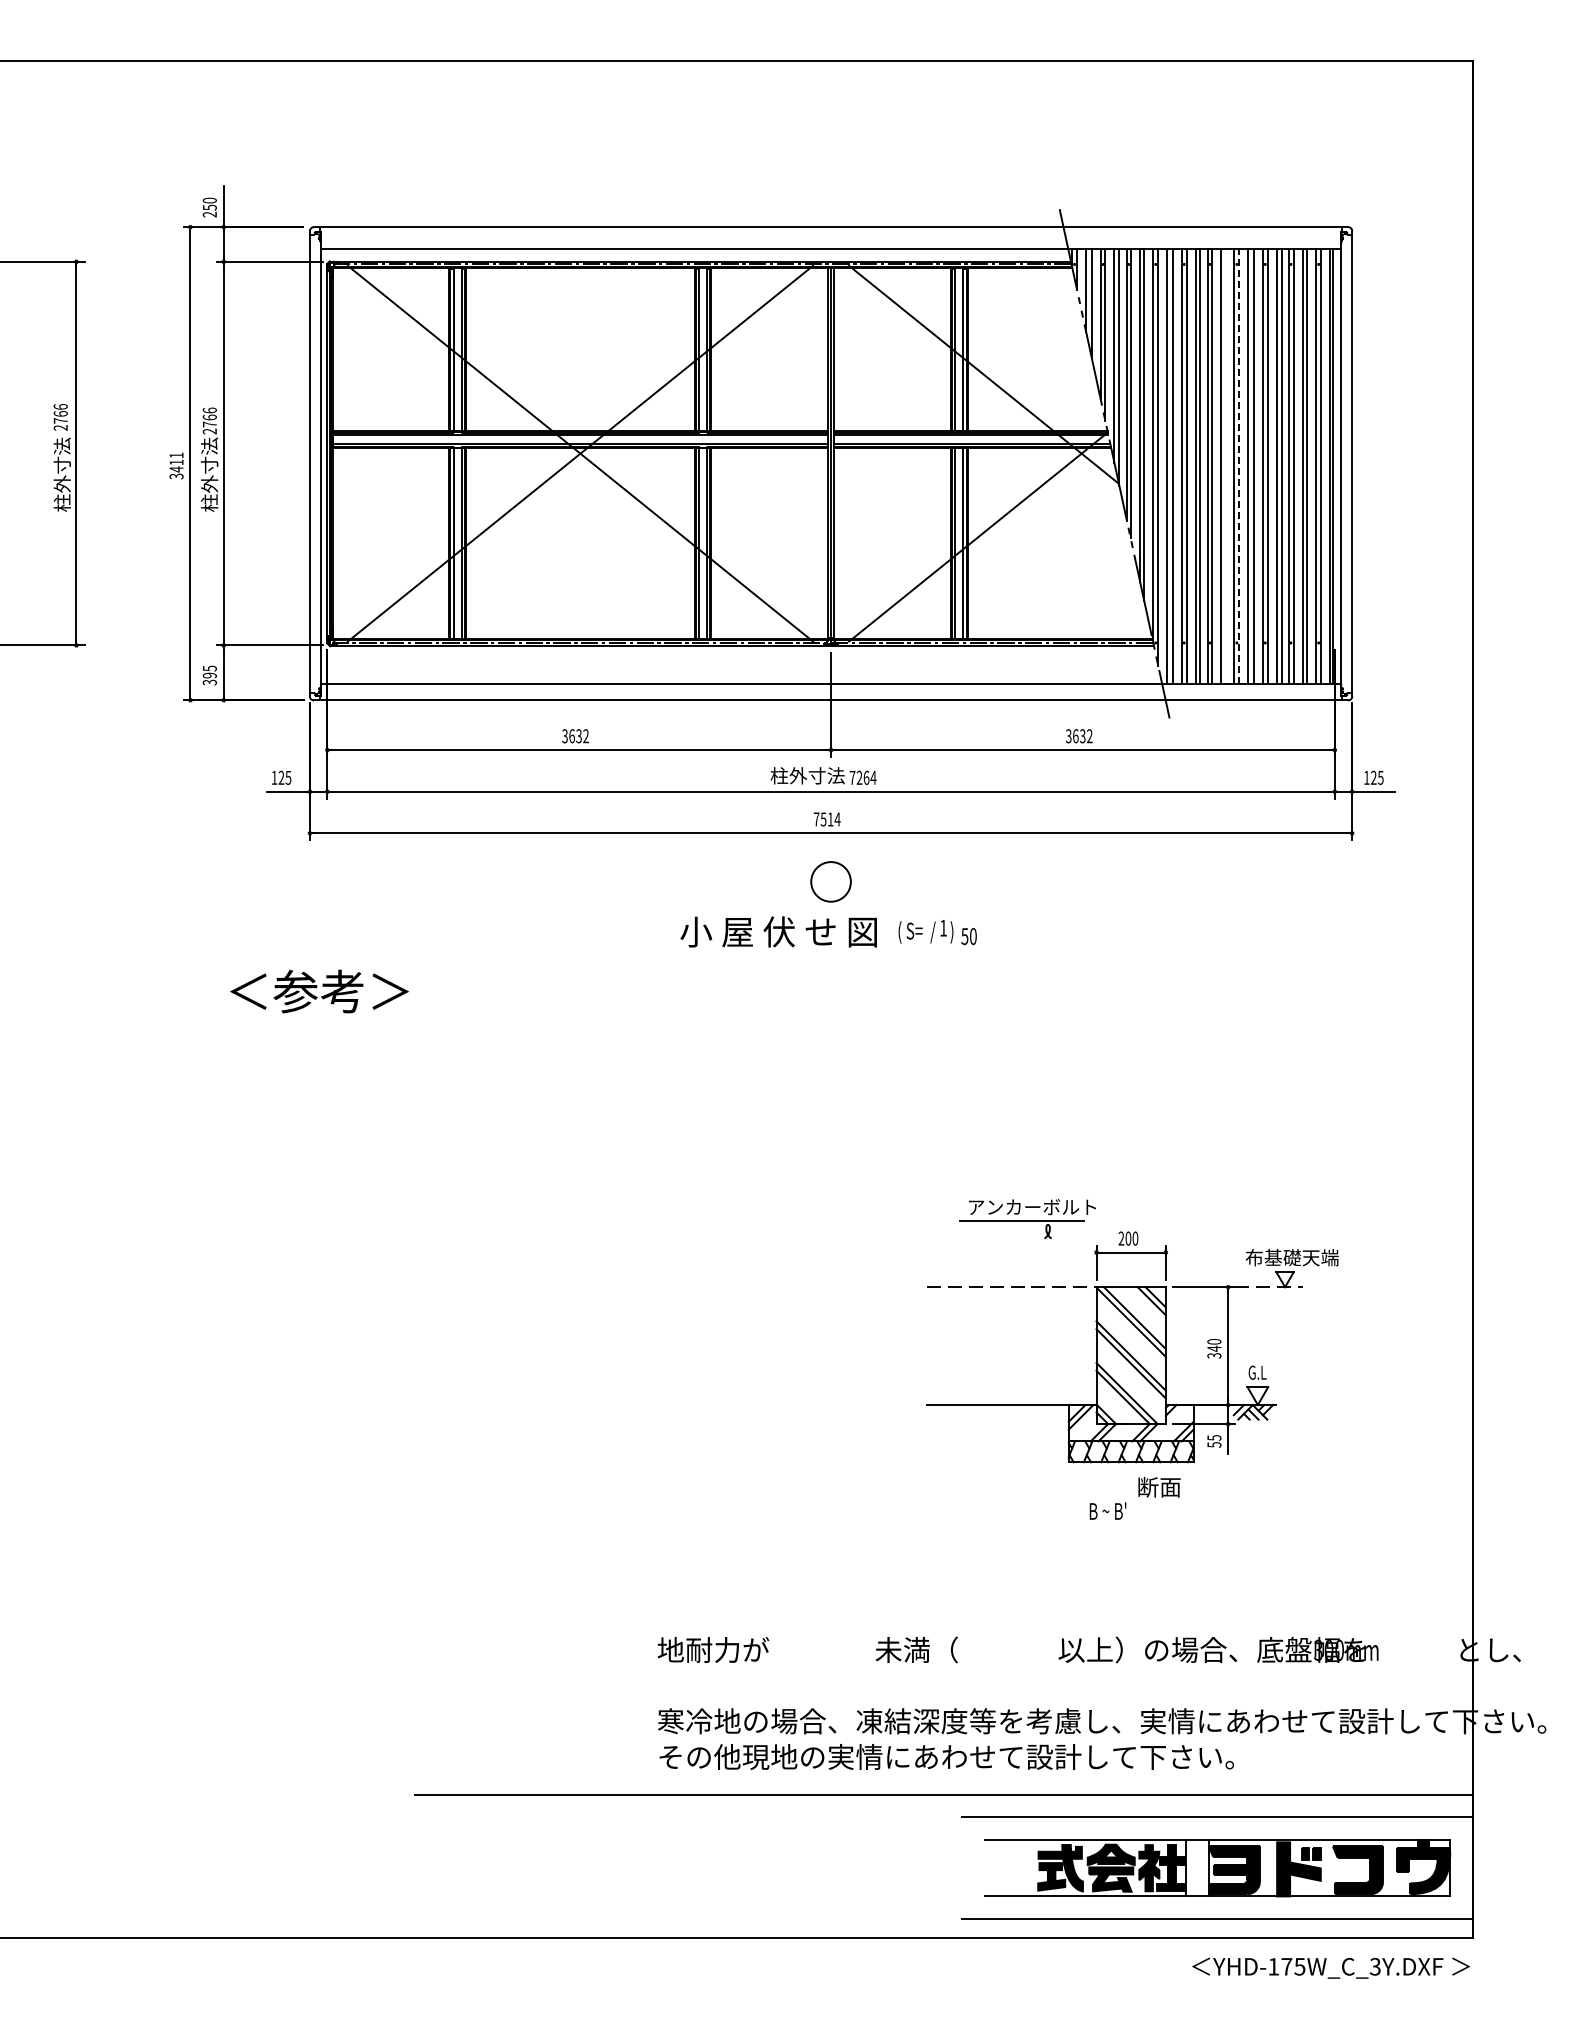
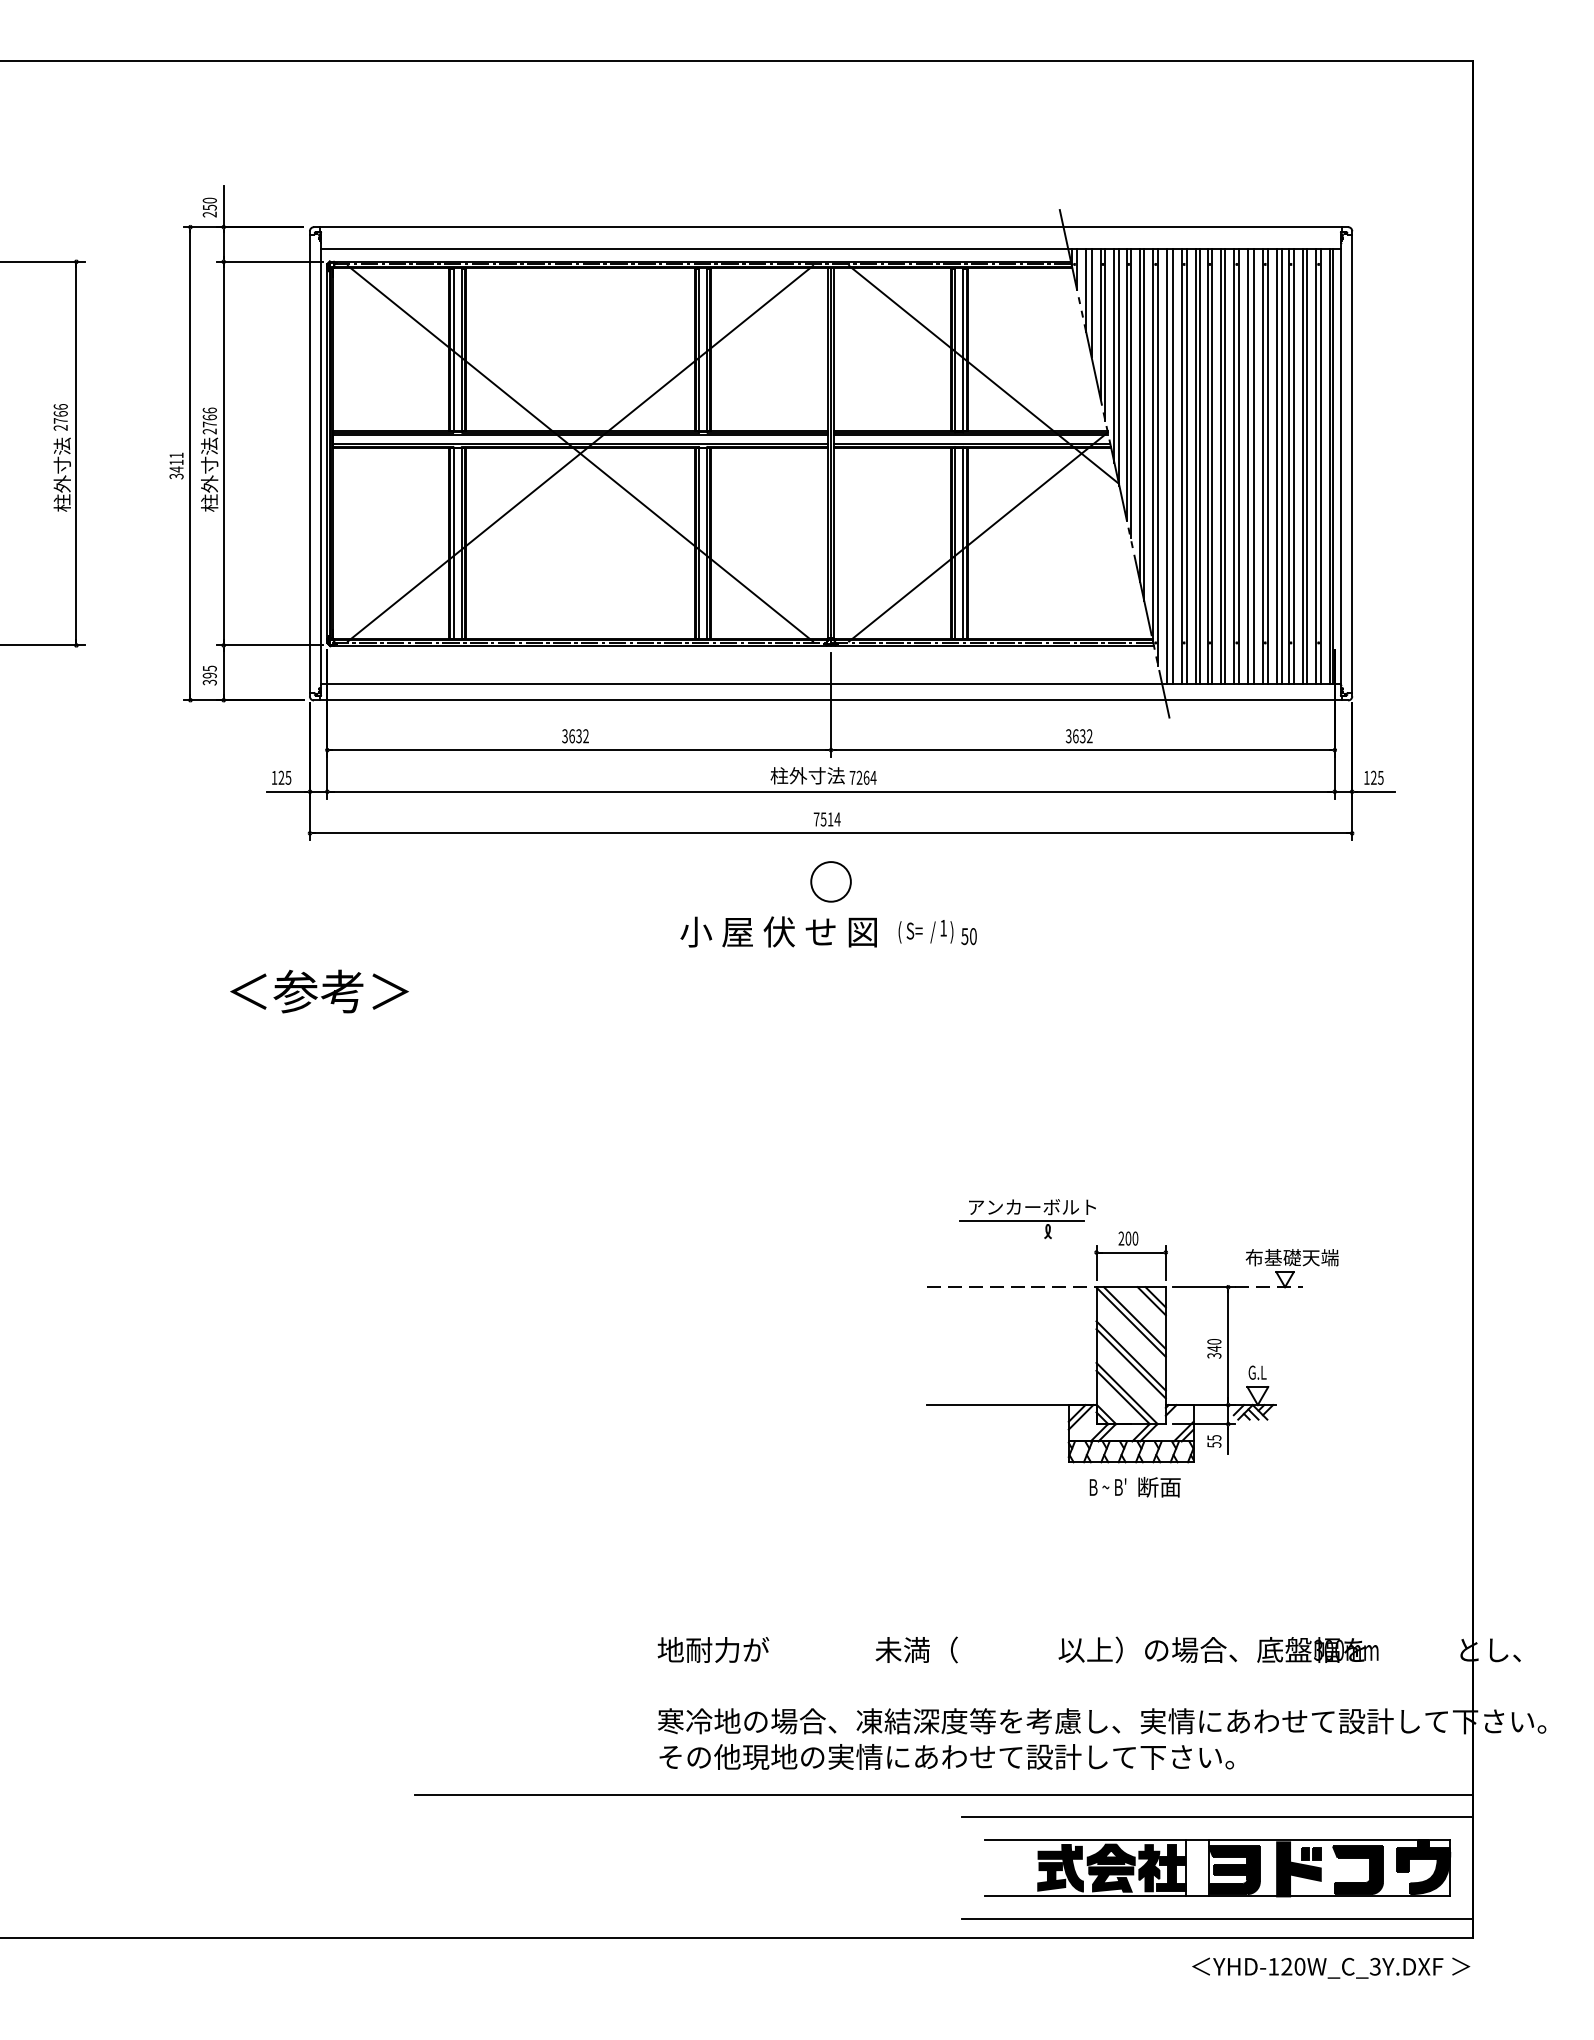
line at (1225, 466): none -> present
line at (1239, 466): dashed -> solid
text at (1107, 1510) position: (1107, 1510) -> (1107, 1486)
text at (1293, 1966): YHD-175W_C_3Y.DXF -> YHD-120W_C_3Y.DXF
